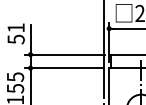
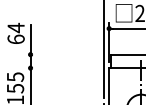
text at (15, 33): 51 -> 64
line at (65, 54): present -> none
line at (64, 68): present -> none
